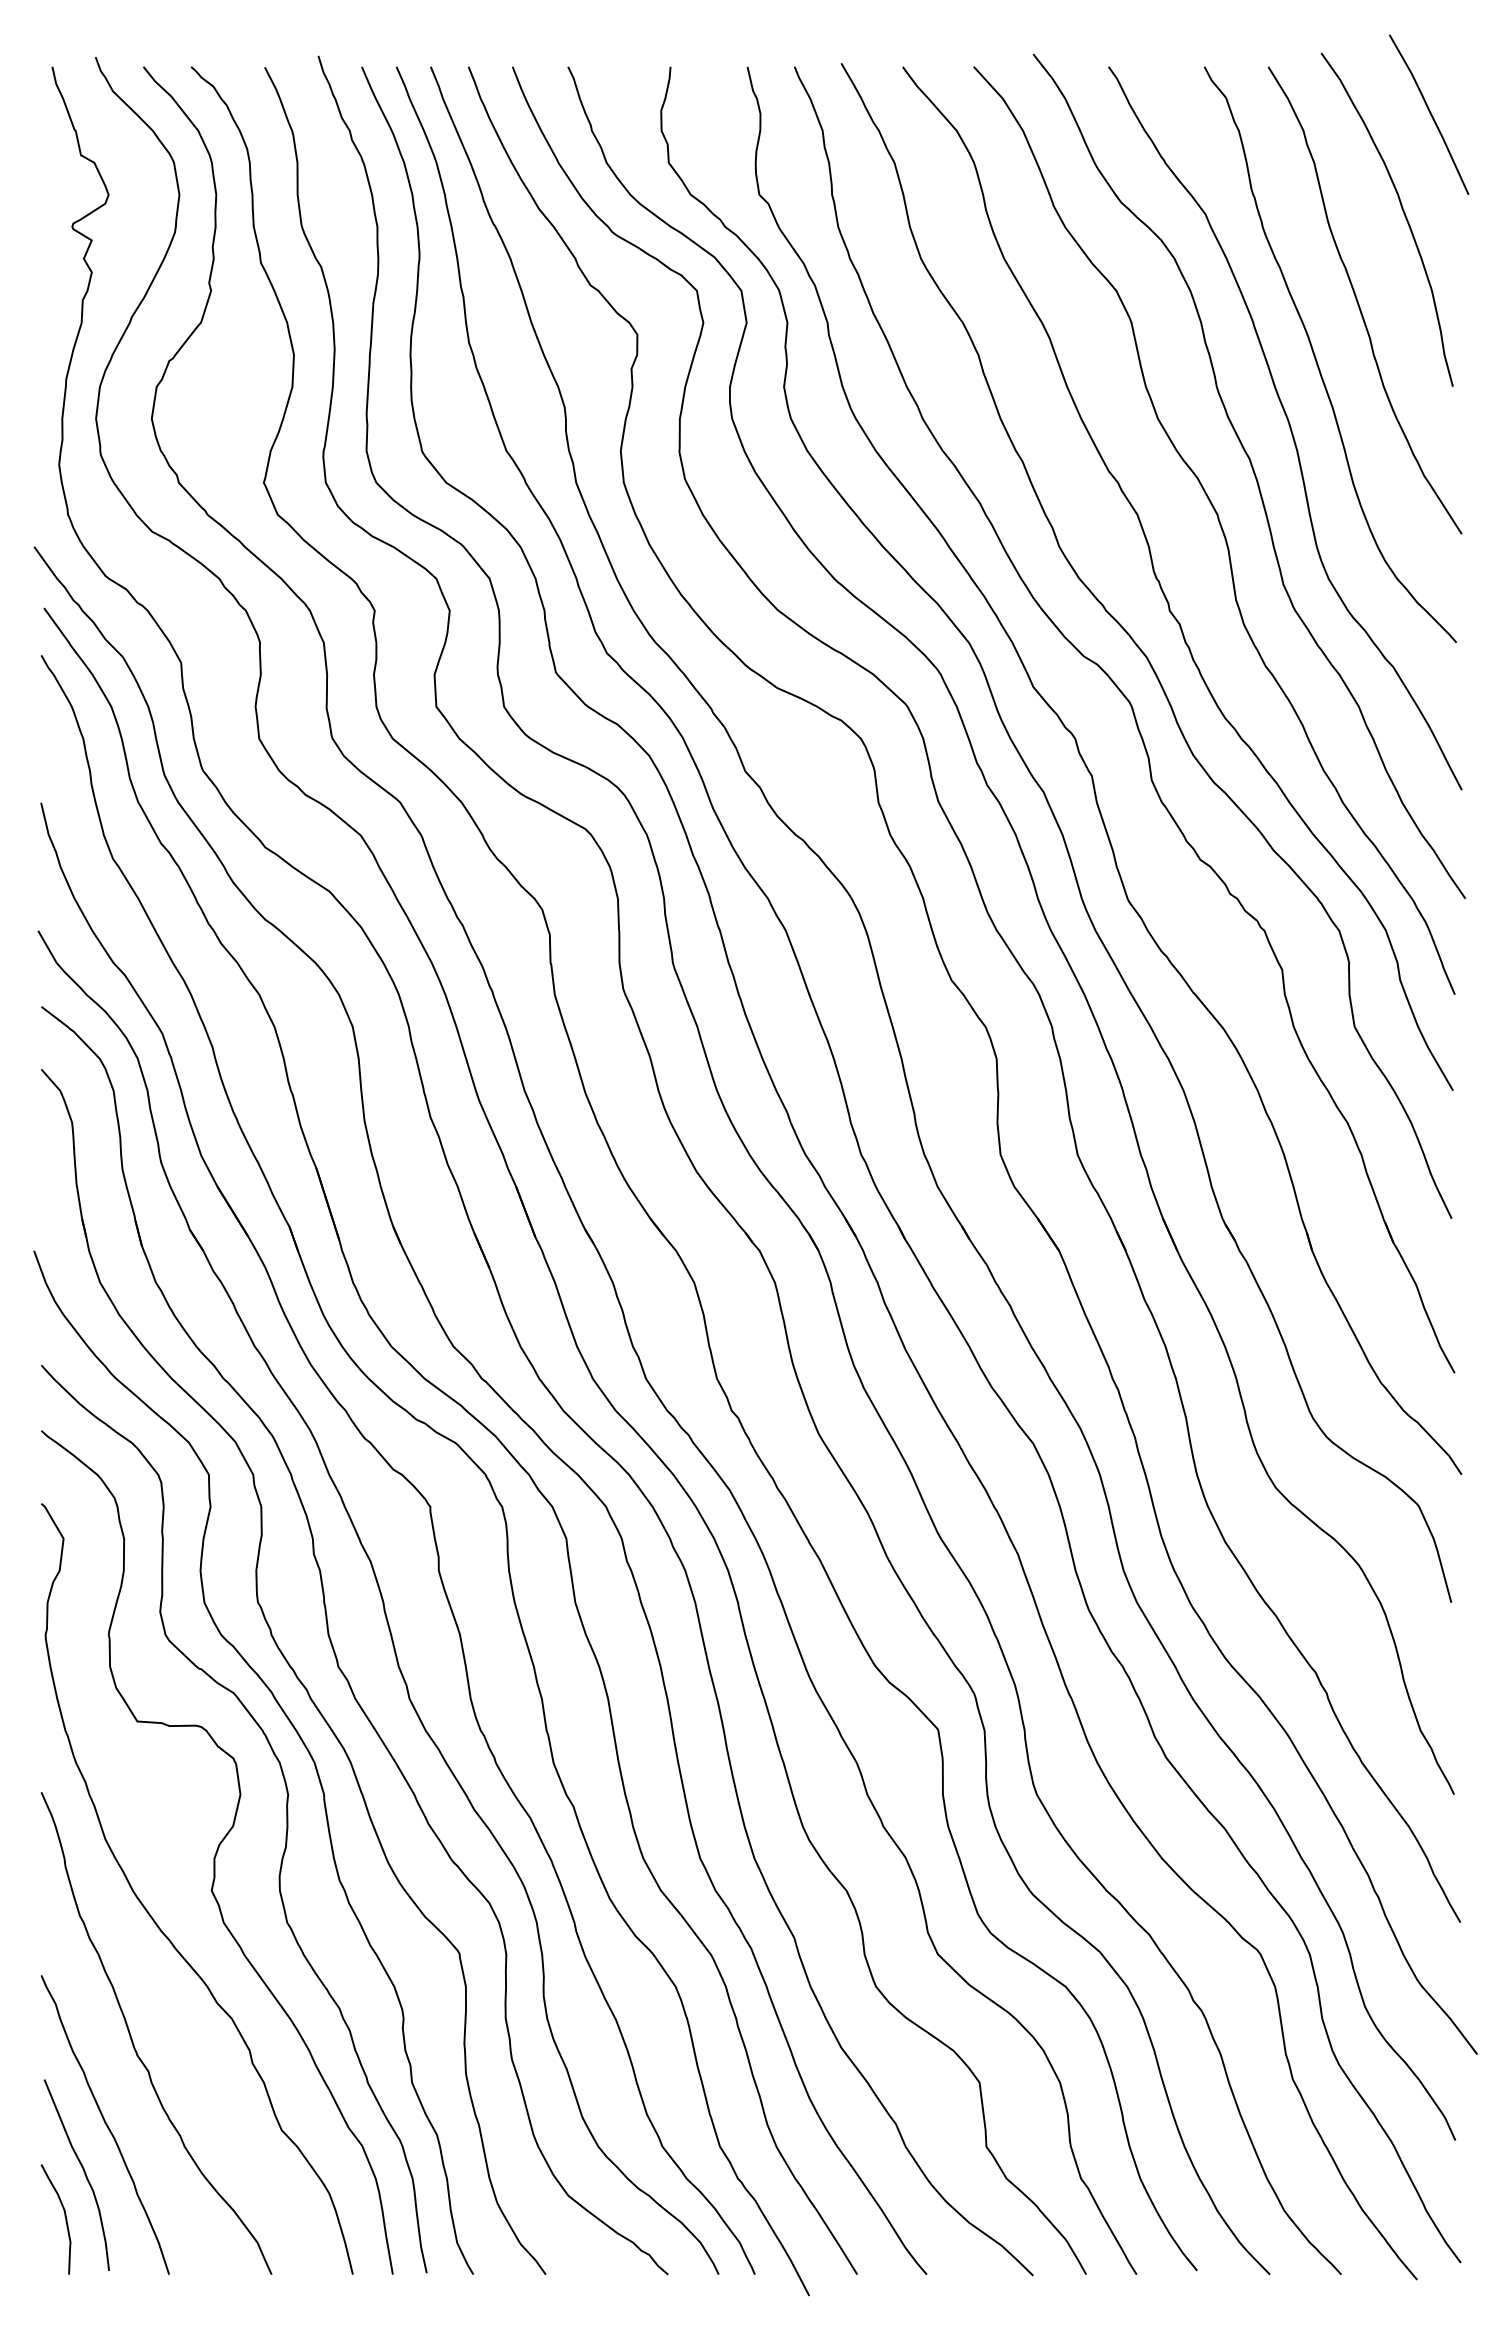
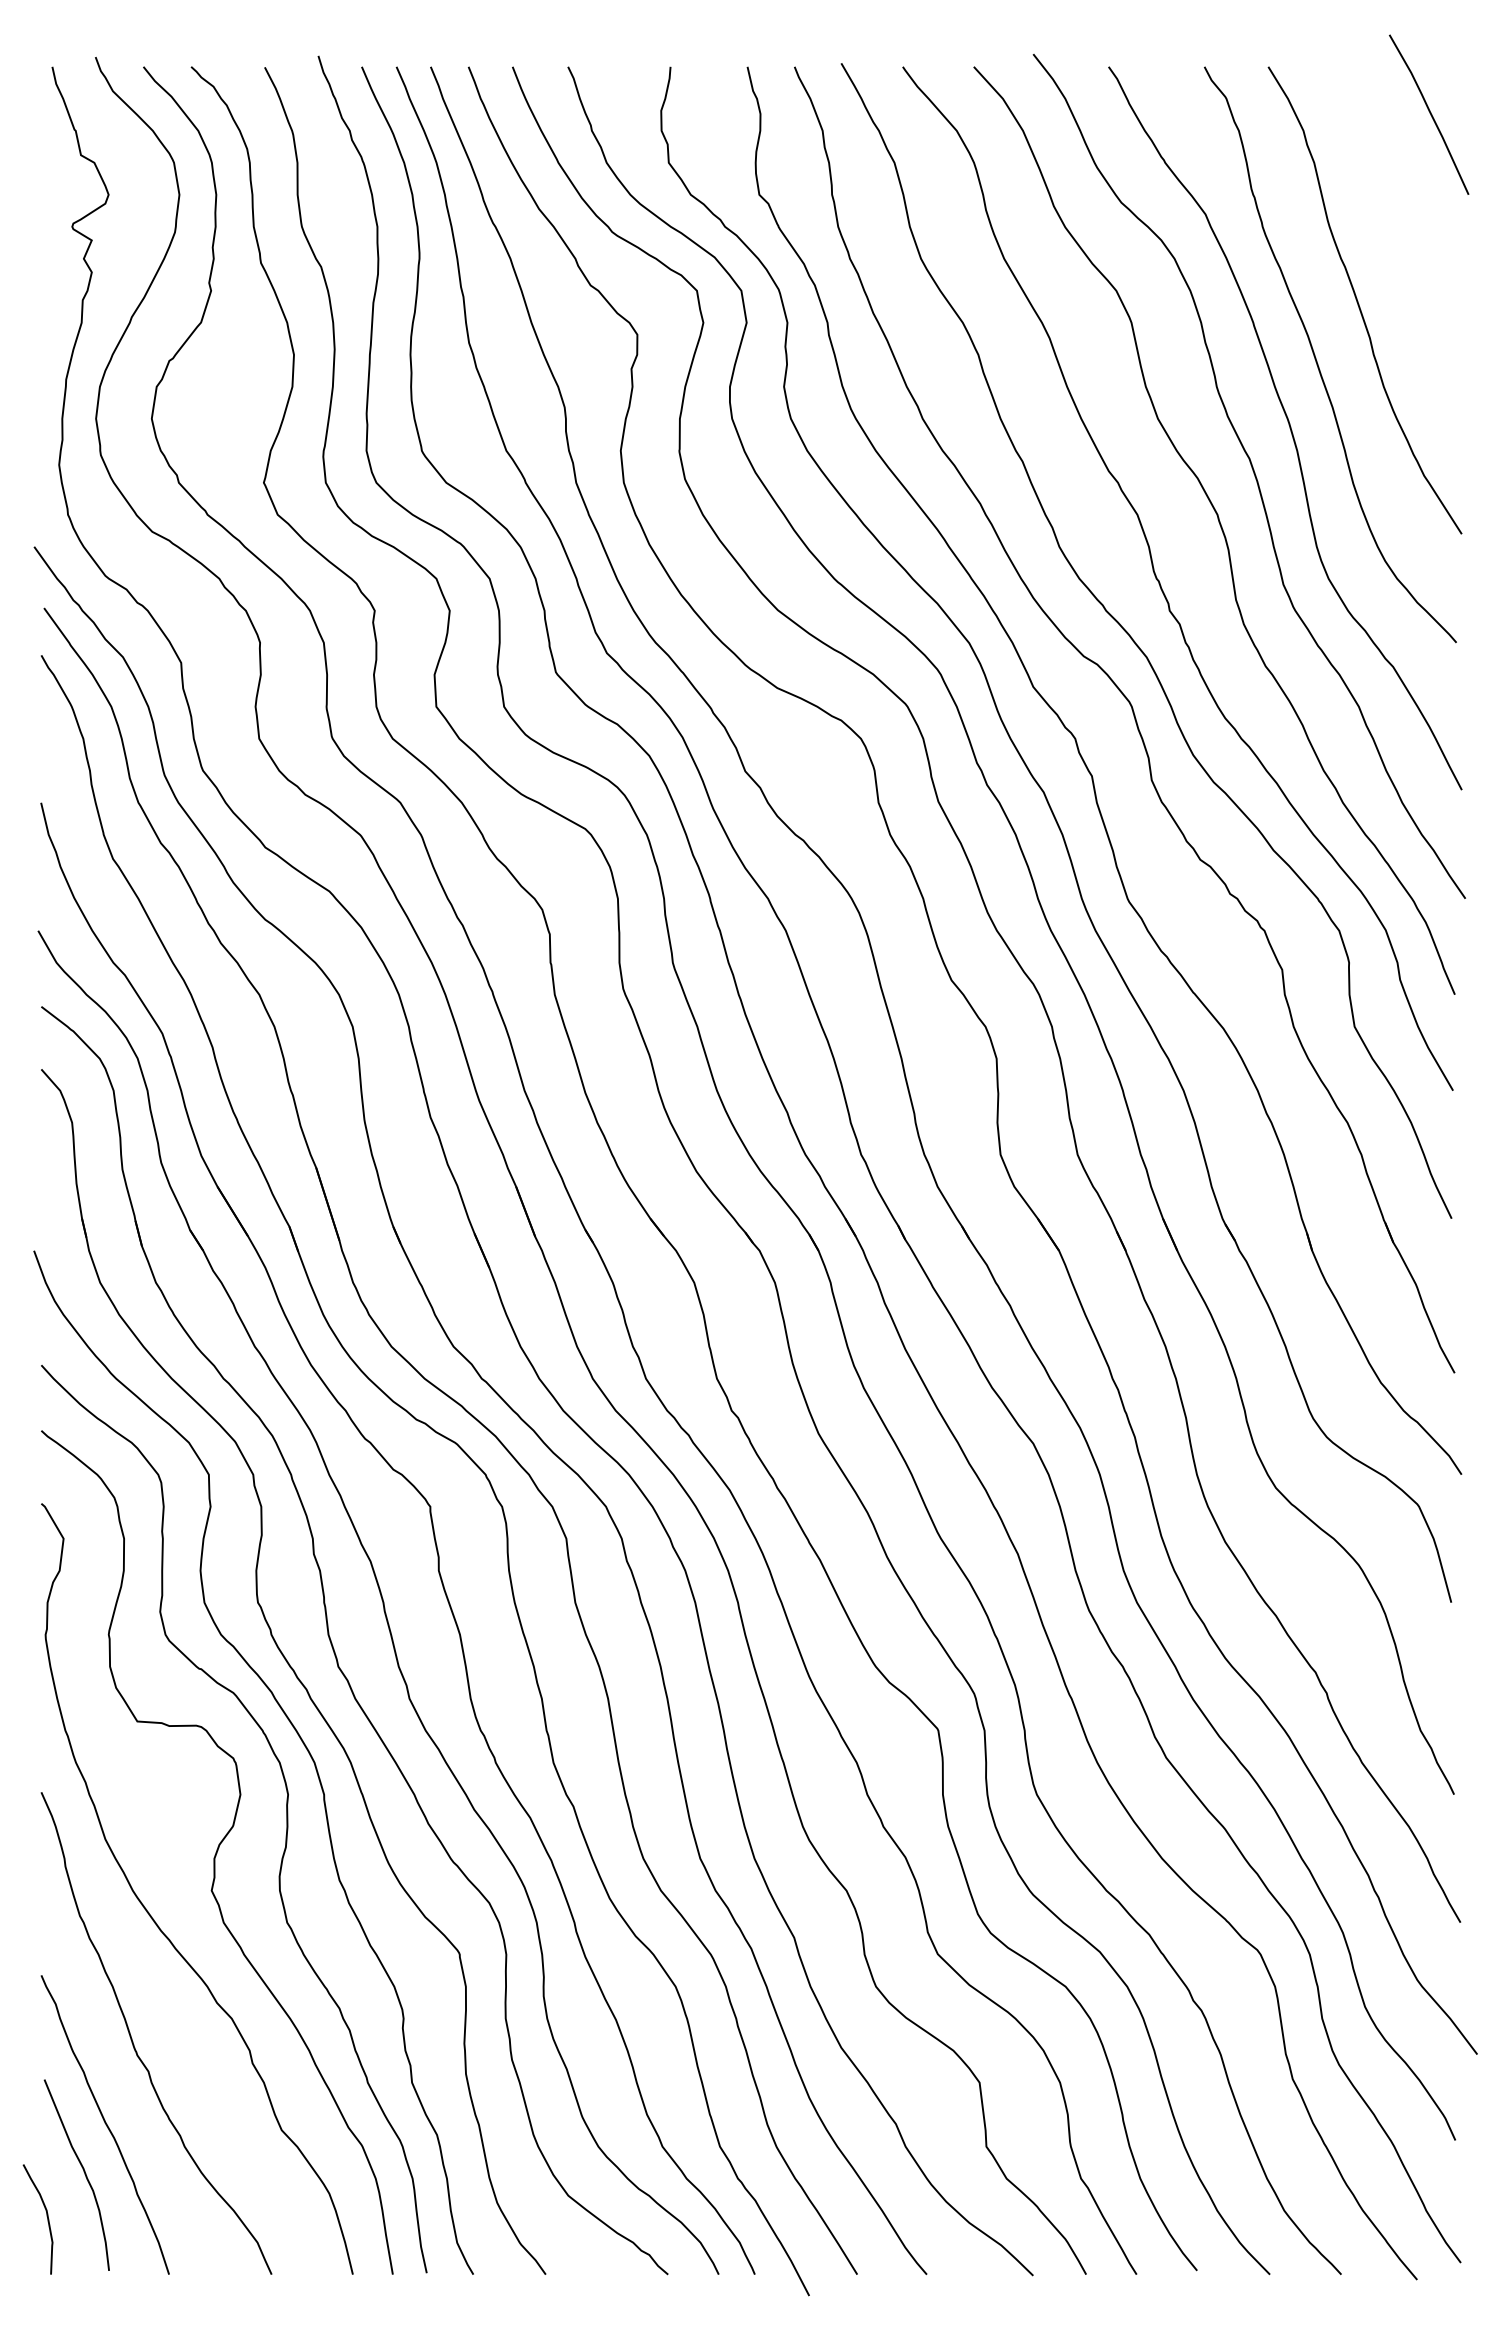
curve at (1403, 214): present -> none
curve at (64, 2216) position: (64, 2216) -> (46, 2216)
